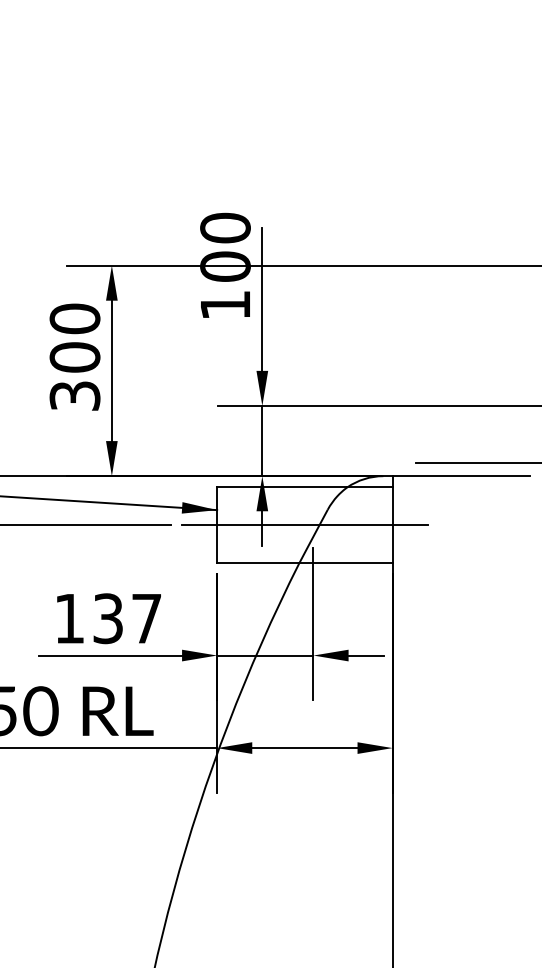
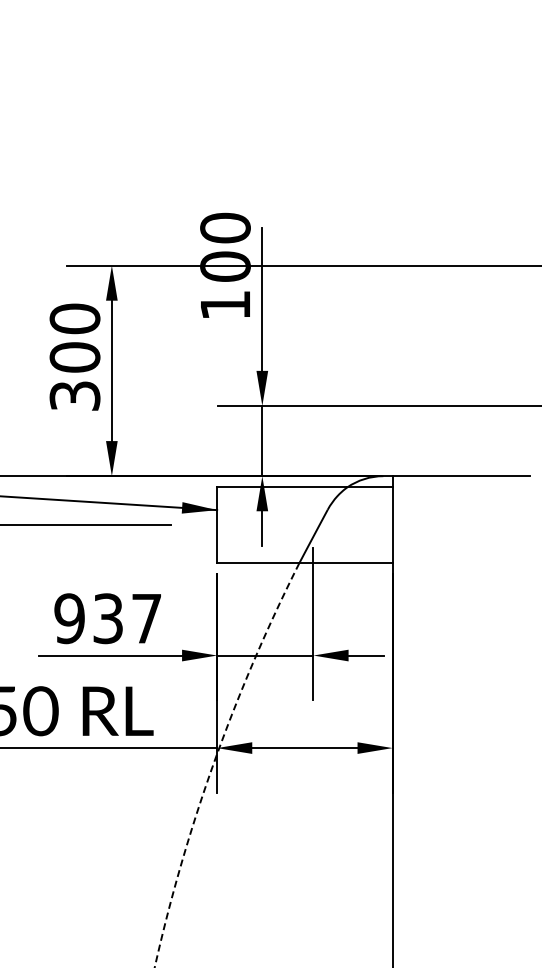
line at (477, 463): present -> none
line at (304, 525): present -> none
text at (69, 618): 137 -> 937
arc at (214, 760): solid -> dashed
